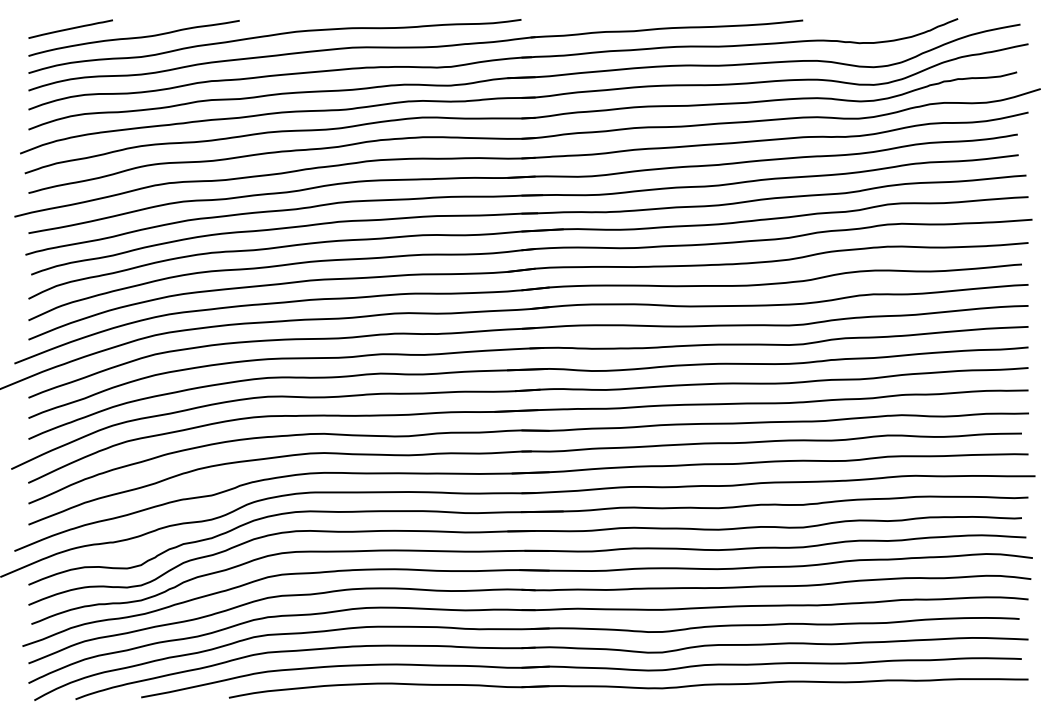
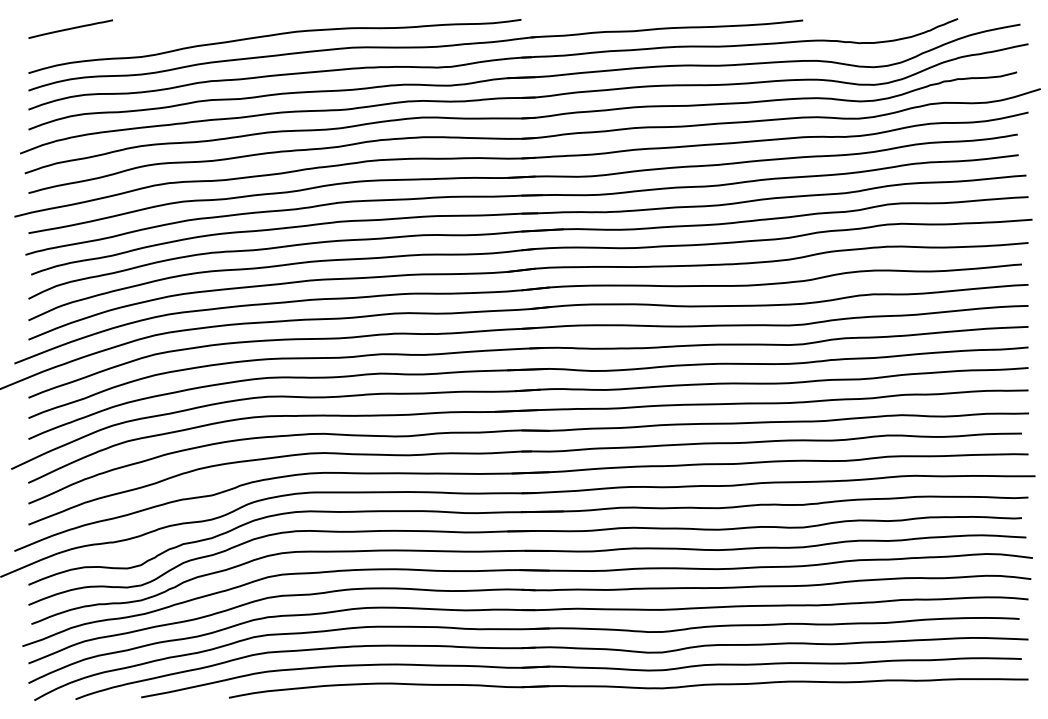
curve at (133, 38): present -> none
